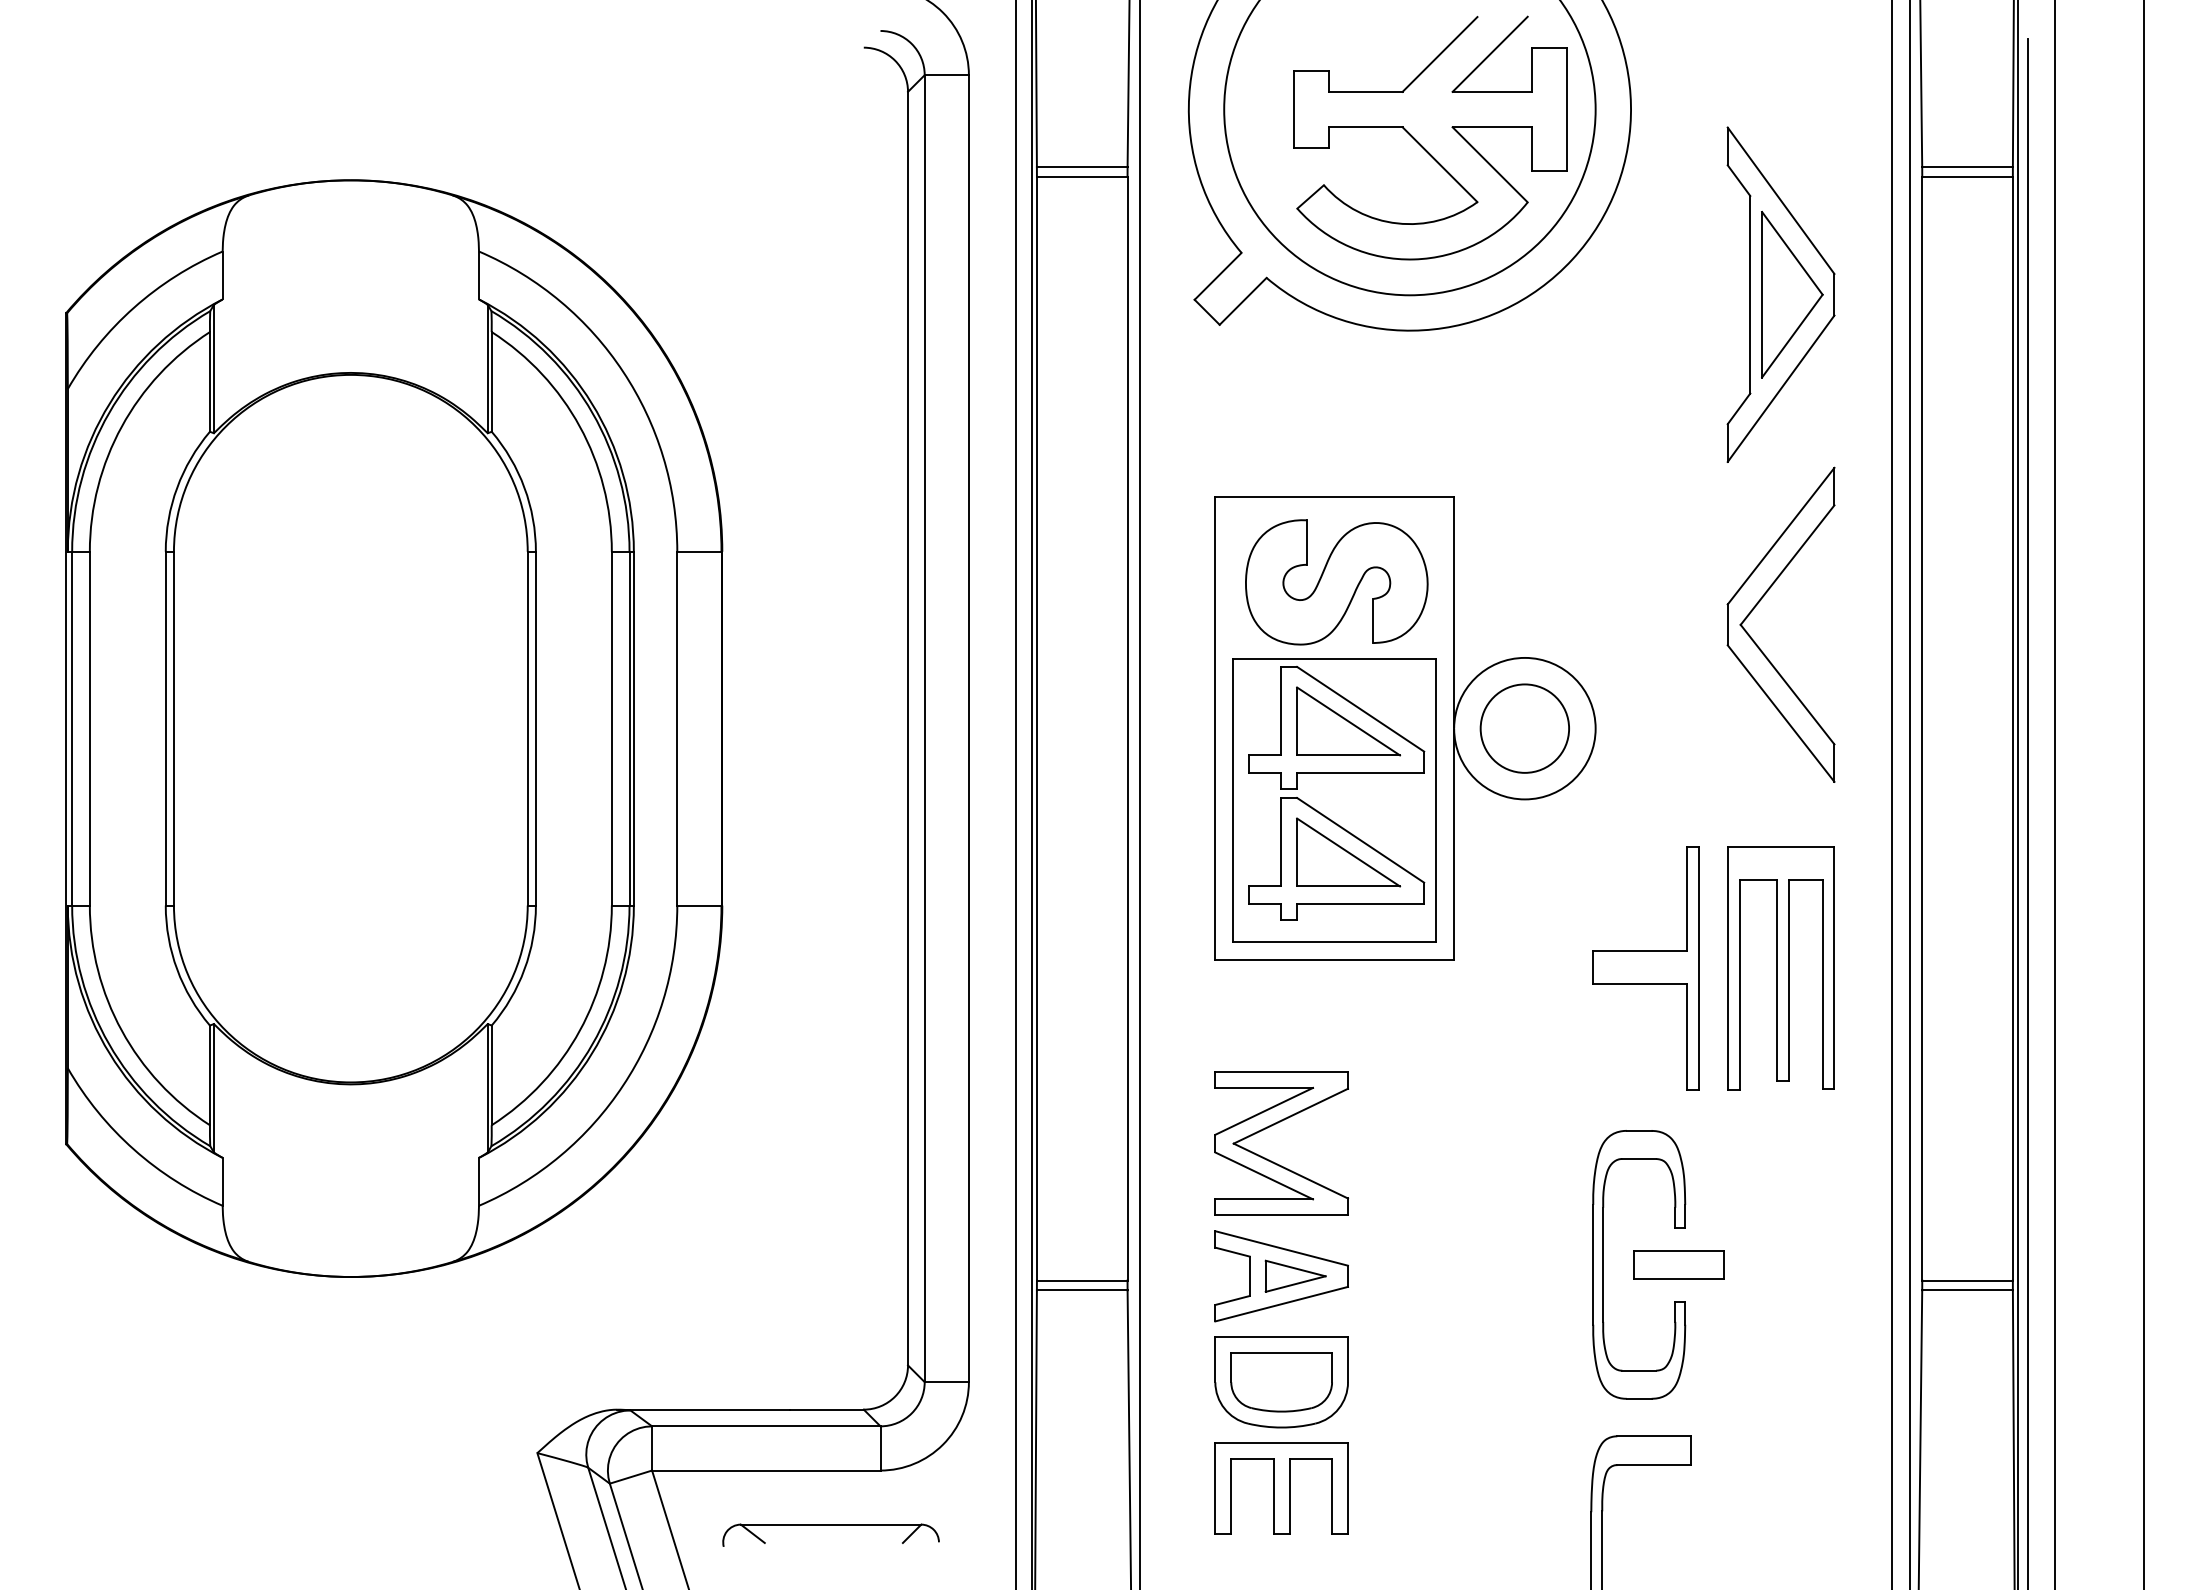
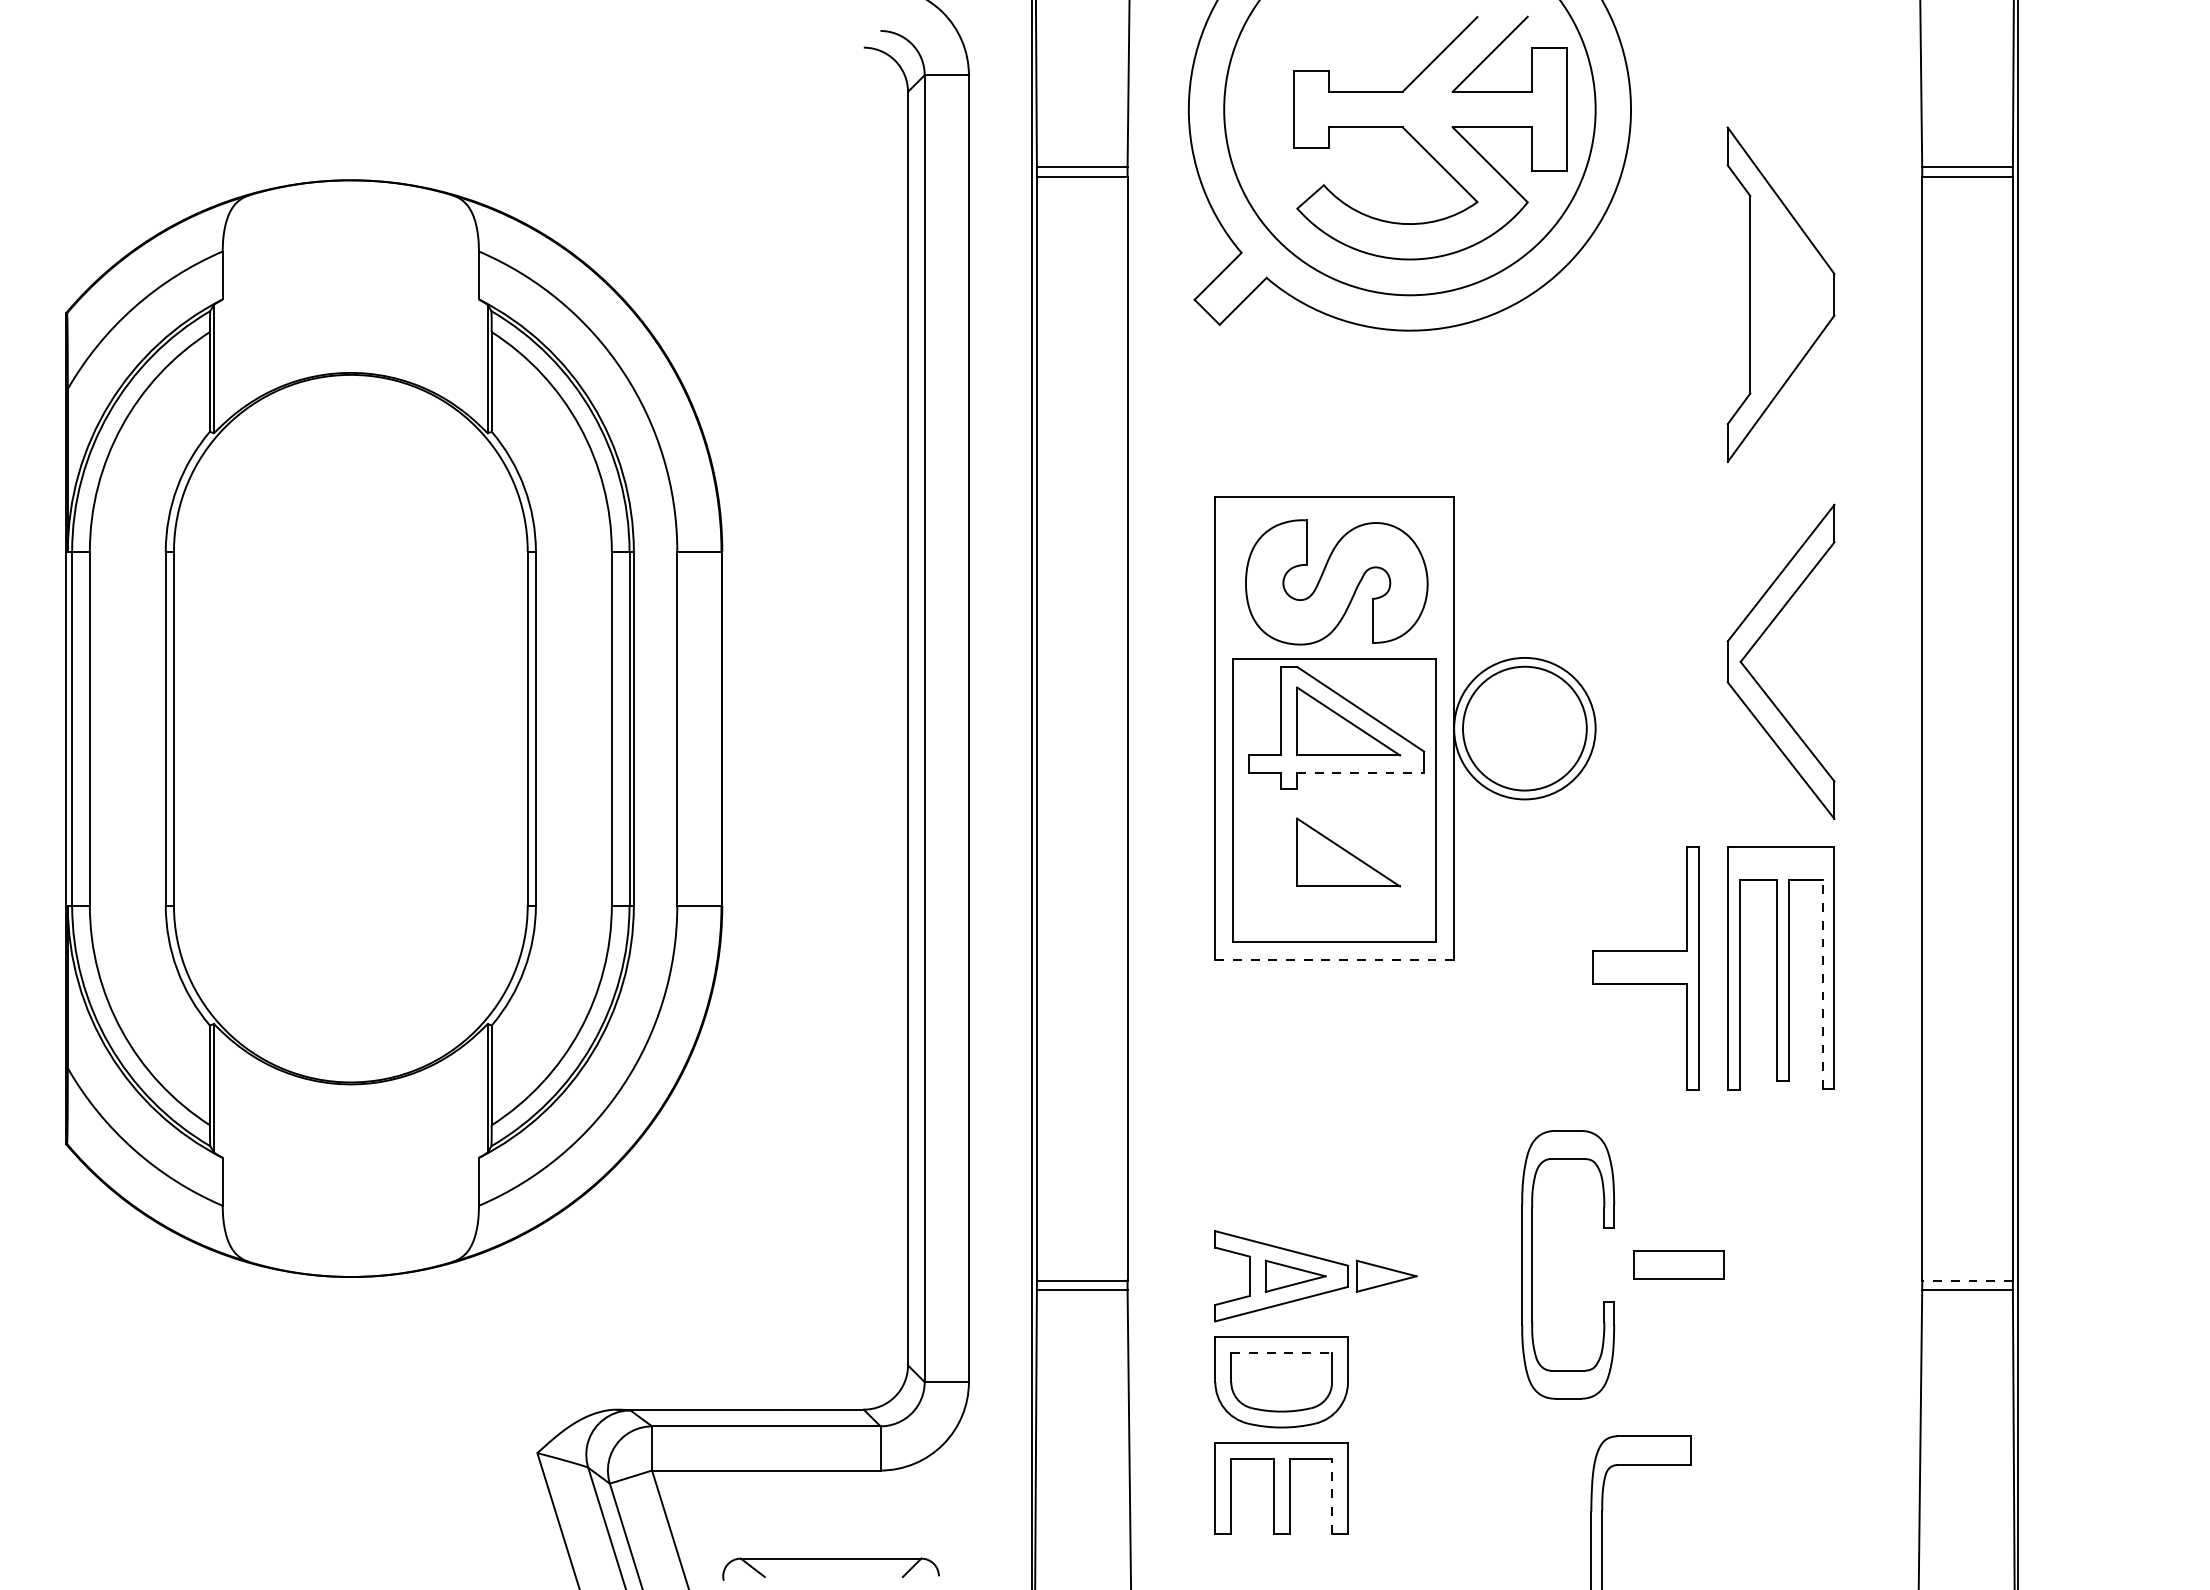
part at (1792, 294): present -> none
part at (1757, 605) position: (1757, 605) -> (1757, 642)
circle at (1524, 728) diameter: 88 px -> 124 px
line at (1360, 772): solid -> dashed
line at (1015, 794): present -> none
line at (1139, 794): present -> none
line at (1892, 794): present -> none
line at (1909, 794): present -> none
line at (2055, 794): present -> none
line at (2143, 794): present -> none
line at (2028, 812): present -> none
part at (1336, 858): present -> none
line at (1335, 960): solid -> dashed
line at (1822, 983): solid -> dashed
part at (1272, 1126): present -> none
part at (1603, 1264) position: (1603, 1264) -> (1532, 1264)
part at (1386, 1275): none -> present
line at (1967, 1280): solid -> dashed
line at (1282, 1353): solid -> dashed
line at (1332, 1496): solid -> dashed
part at (830, 1525) position: (830, 1525) -> (830, 1559)
